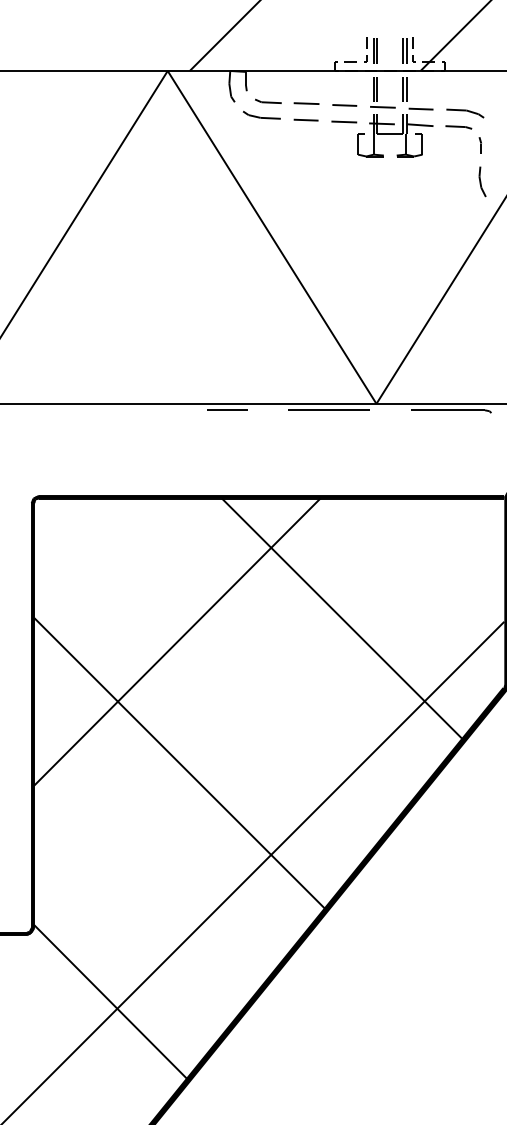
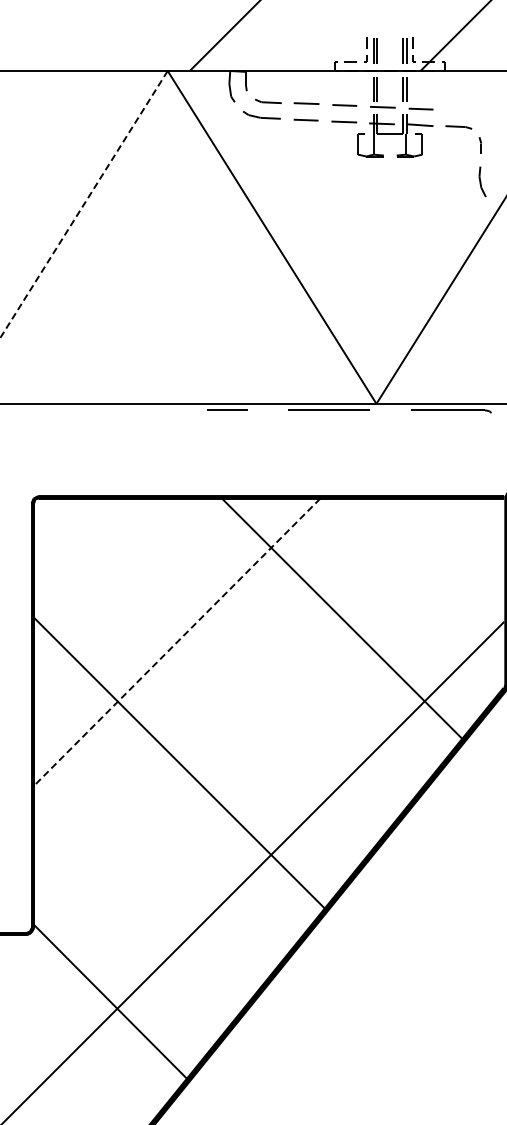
part at (465, 113): present -> none
line at (83, 204): solid -> dashed
line at (177, 642): solid -> dashed
